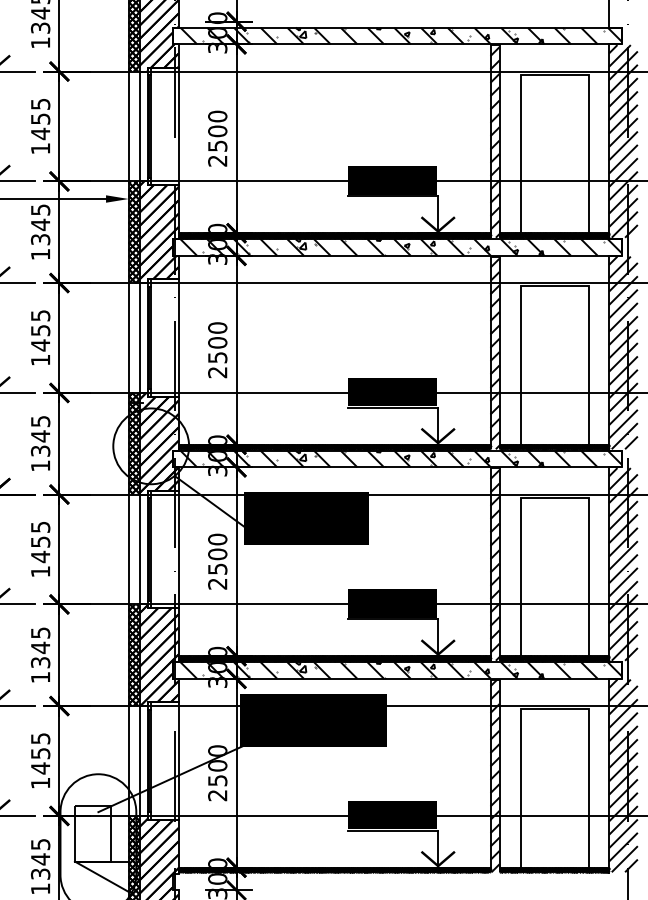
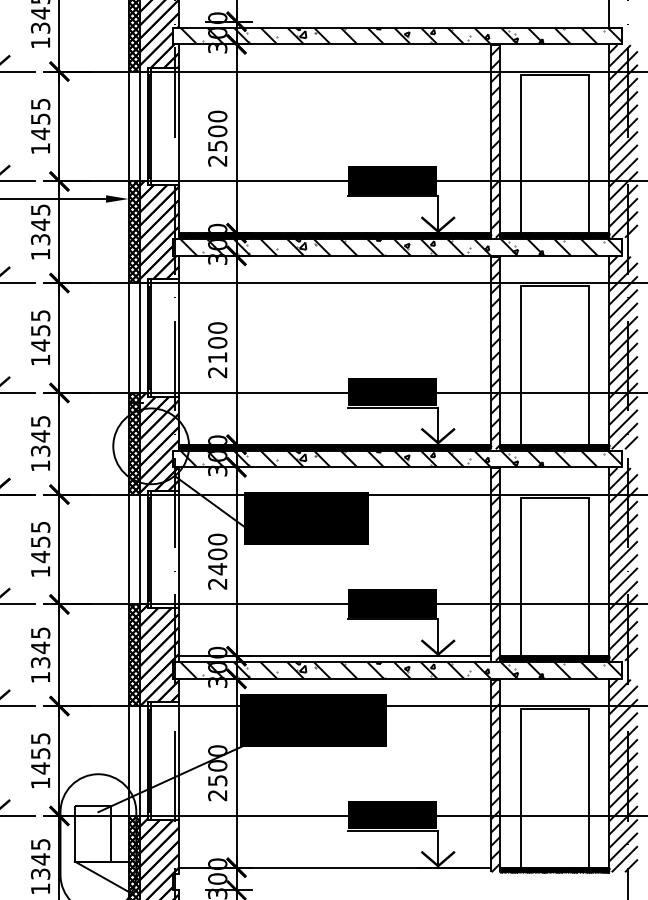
text at (217, 357): 2500 -> 2100
text at (217, 569): 2500 -> 2400
hatch at (334, 658): present -> none
hatch at (334, 869): present -> none
